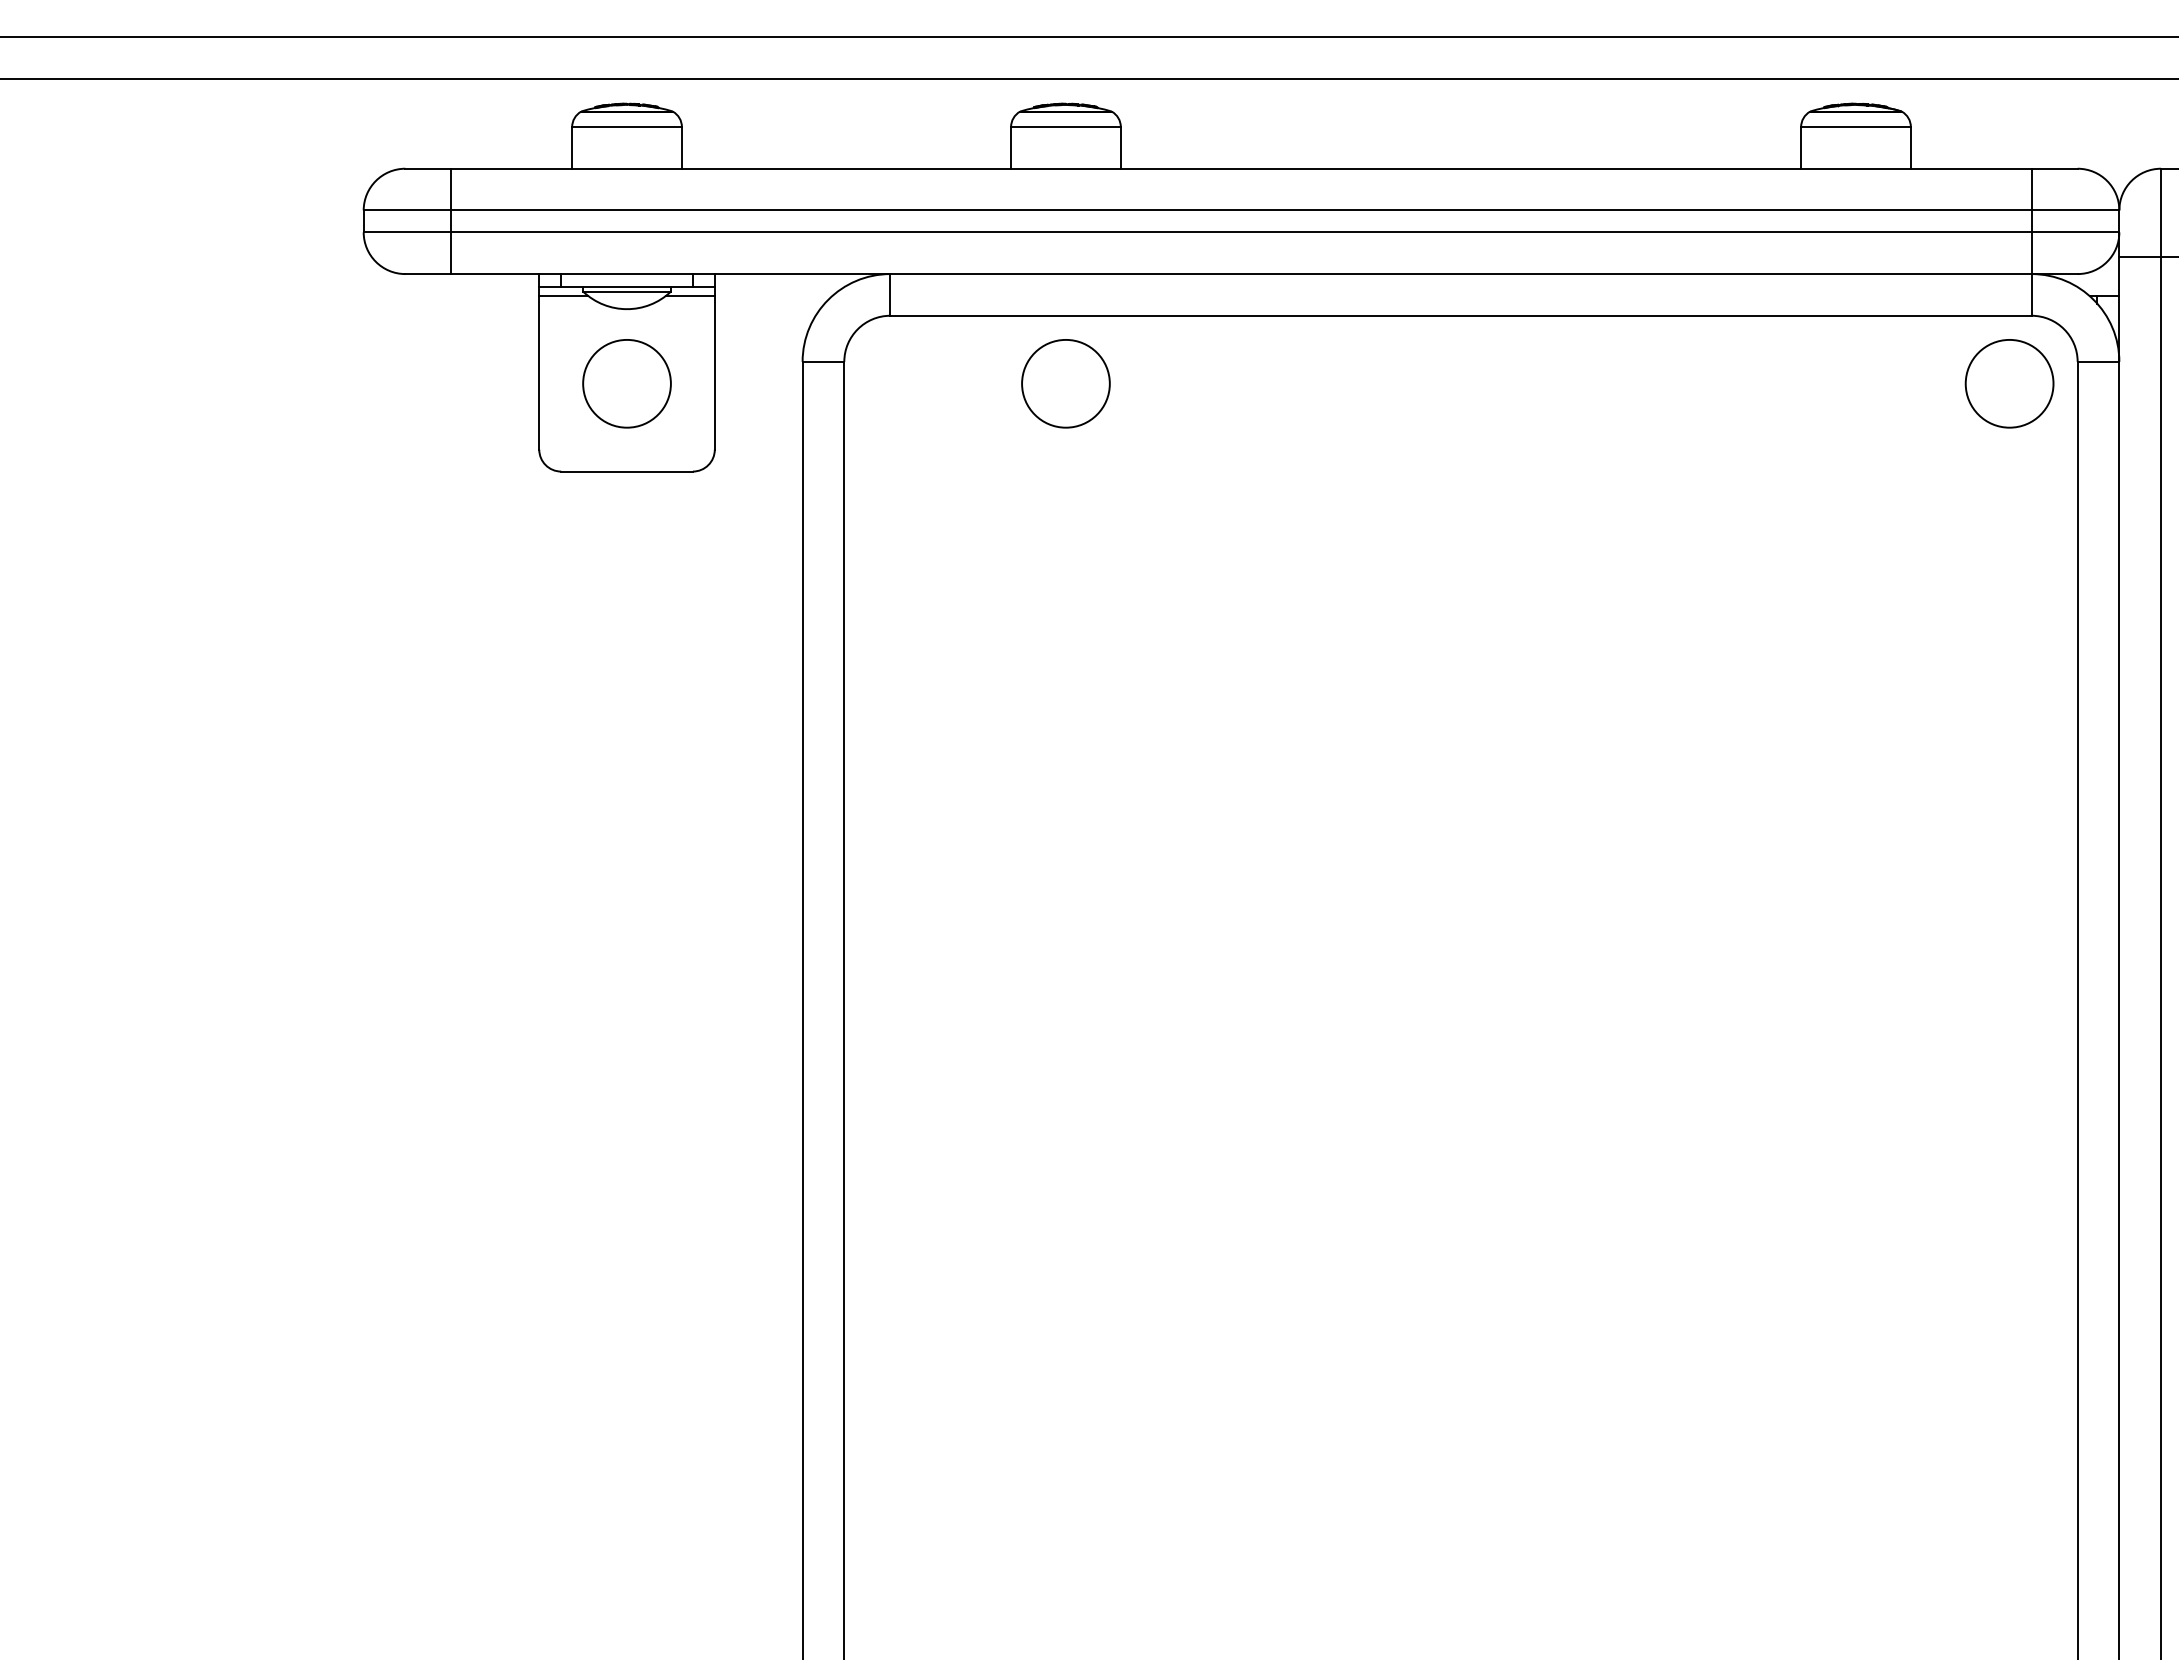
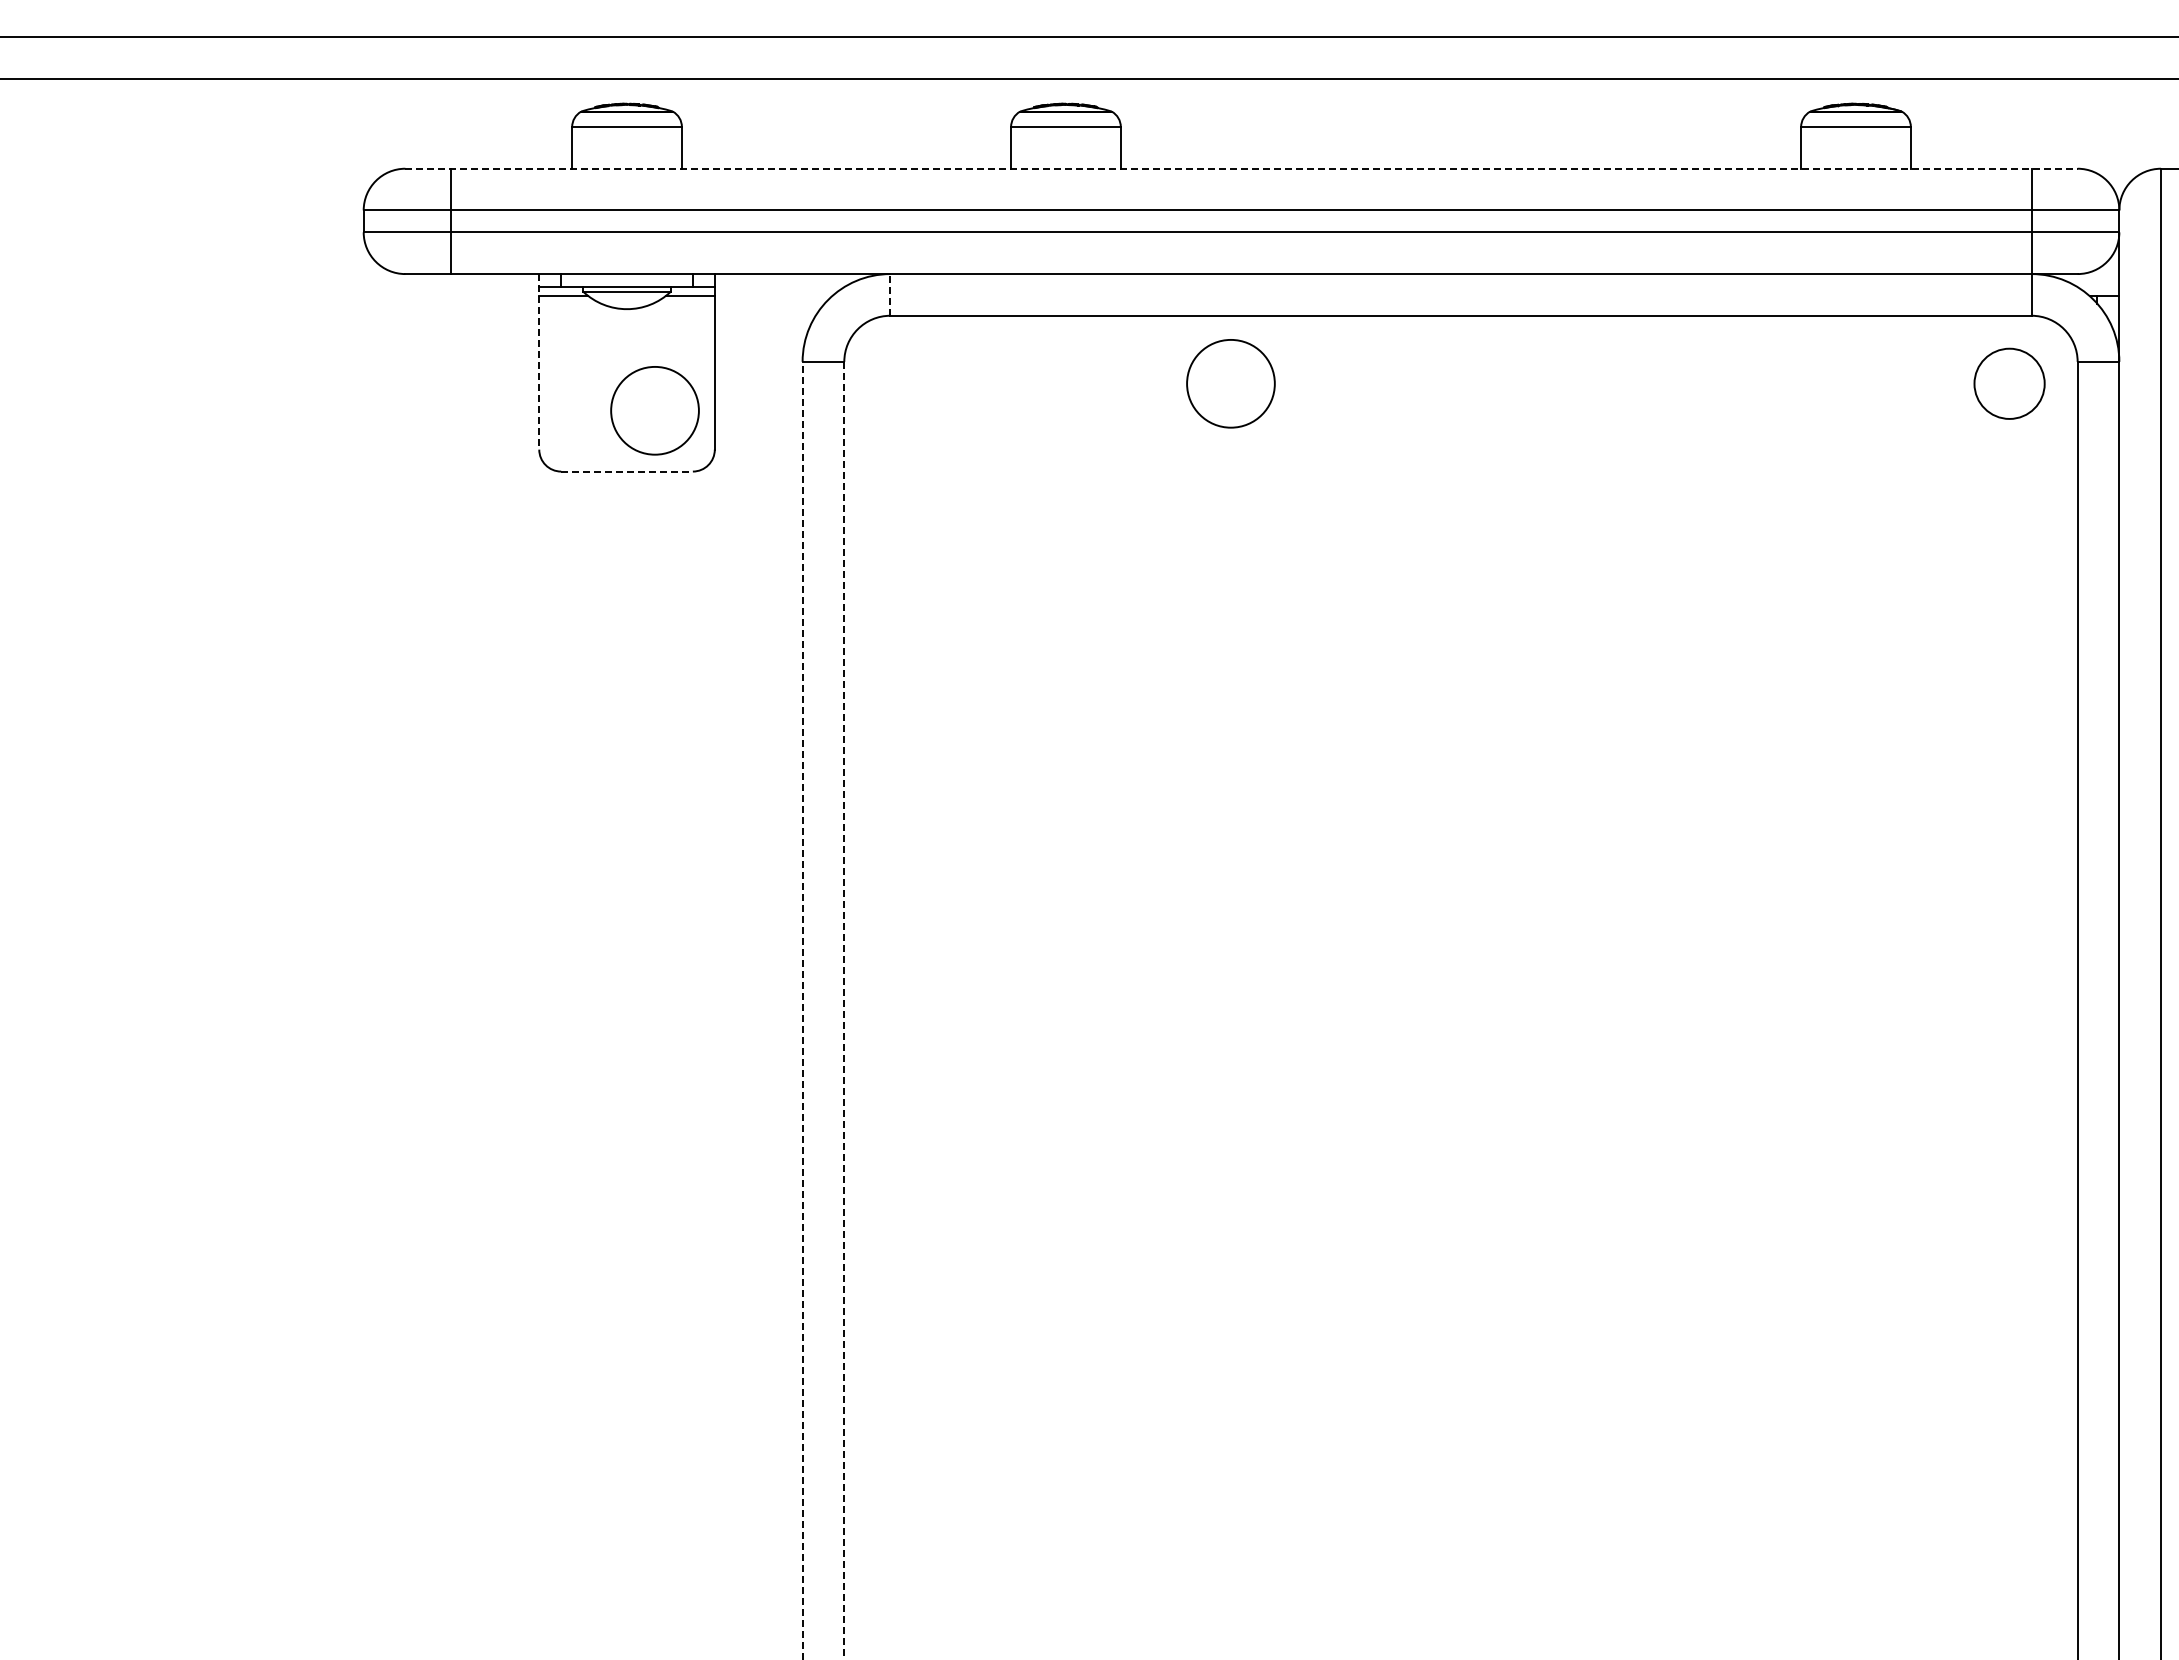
line at (1242, 168): solid -> dashed
line at (2147, 256): present -> none
line at (890, 294): solid -> dashed
line at (539, 361): solid -> dashed
circle at (626, 383) position: (626, 383) -> (654, 410)
circle at (1065, 383) position: (1065, 383) -> (1230, 383)
circle at (2009, 383) size: 91x90 px -> 73x73 px
line at (627, 471): solid -> dashed
line at (802, 1010): solid -> dashed
line at (844, 1010): solid -> dashed
